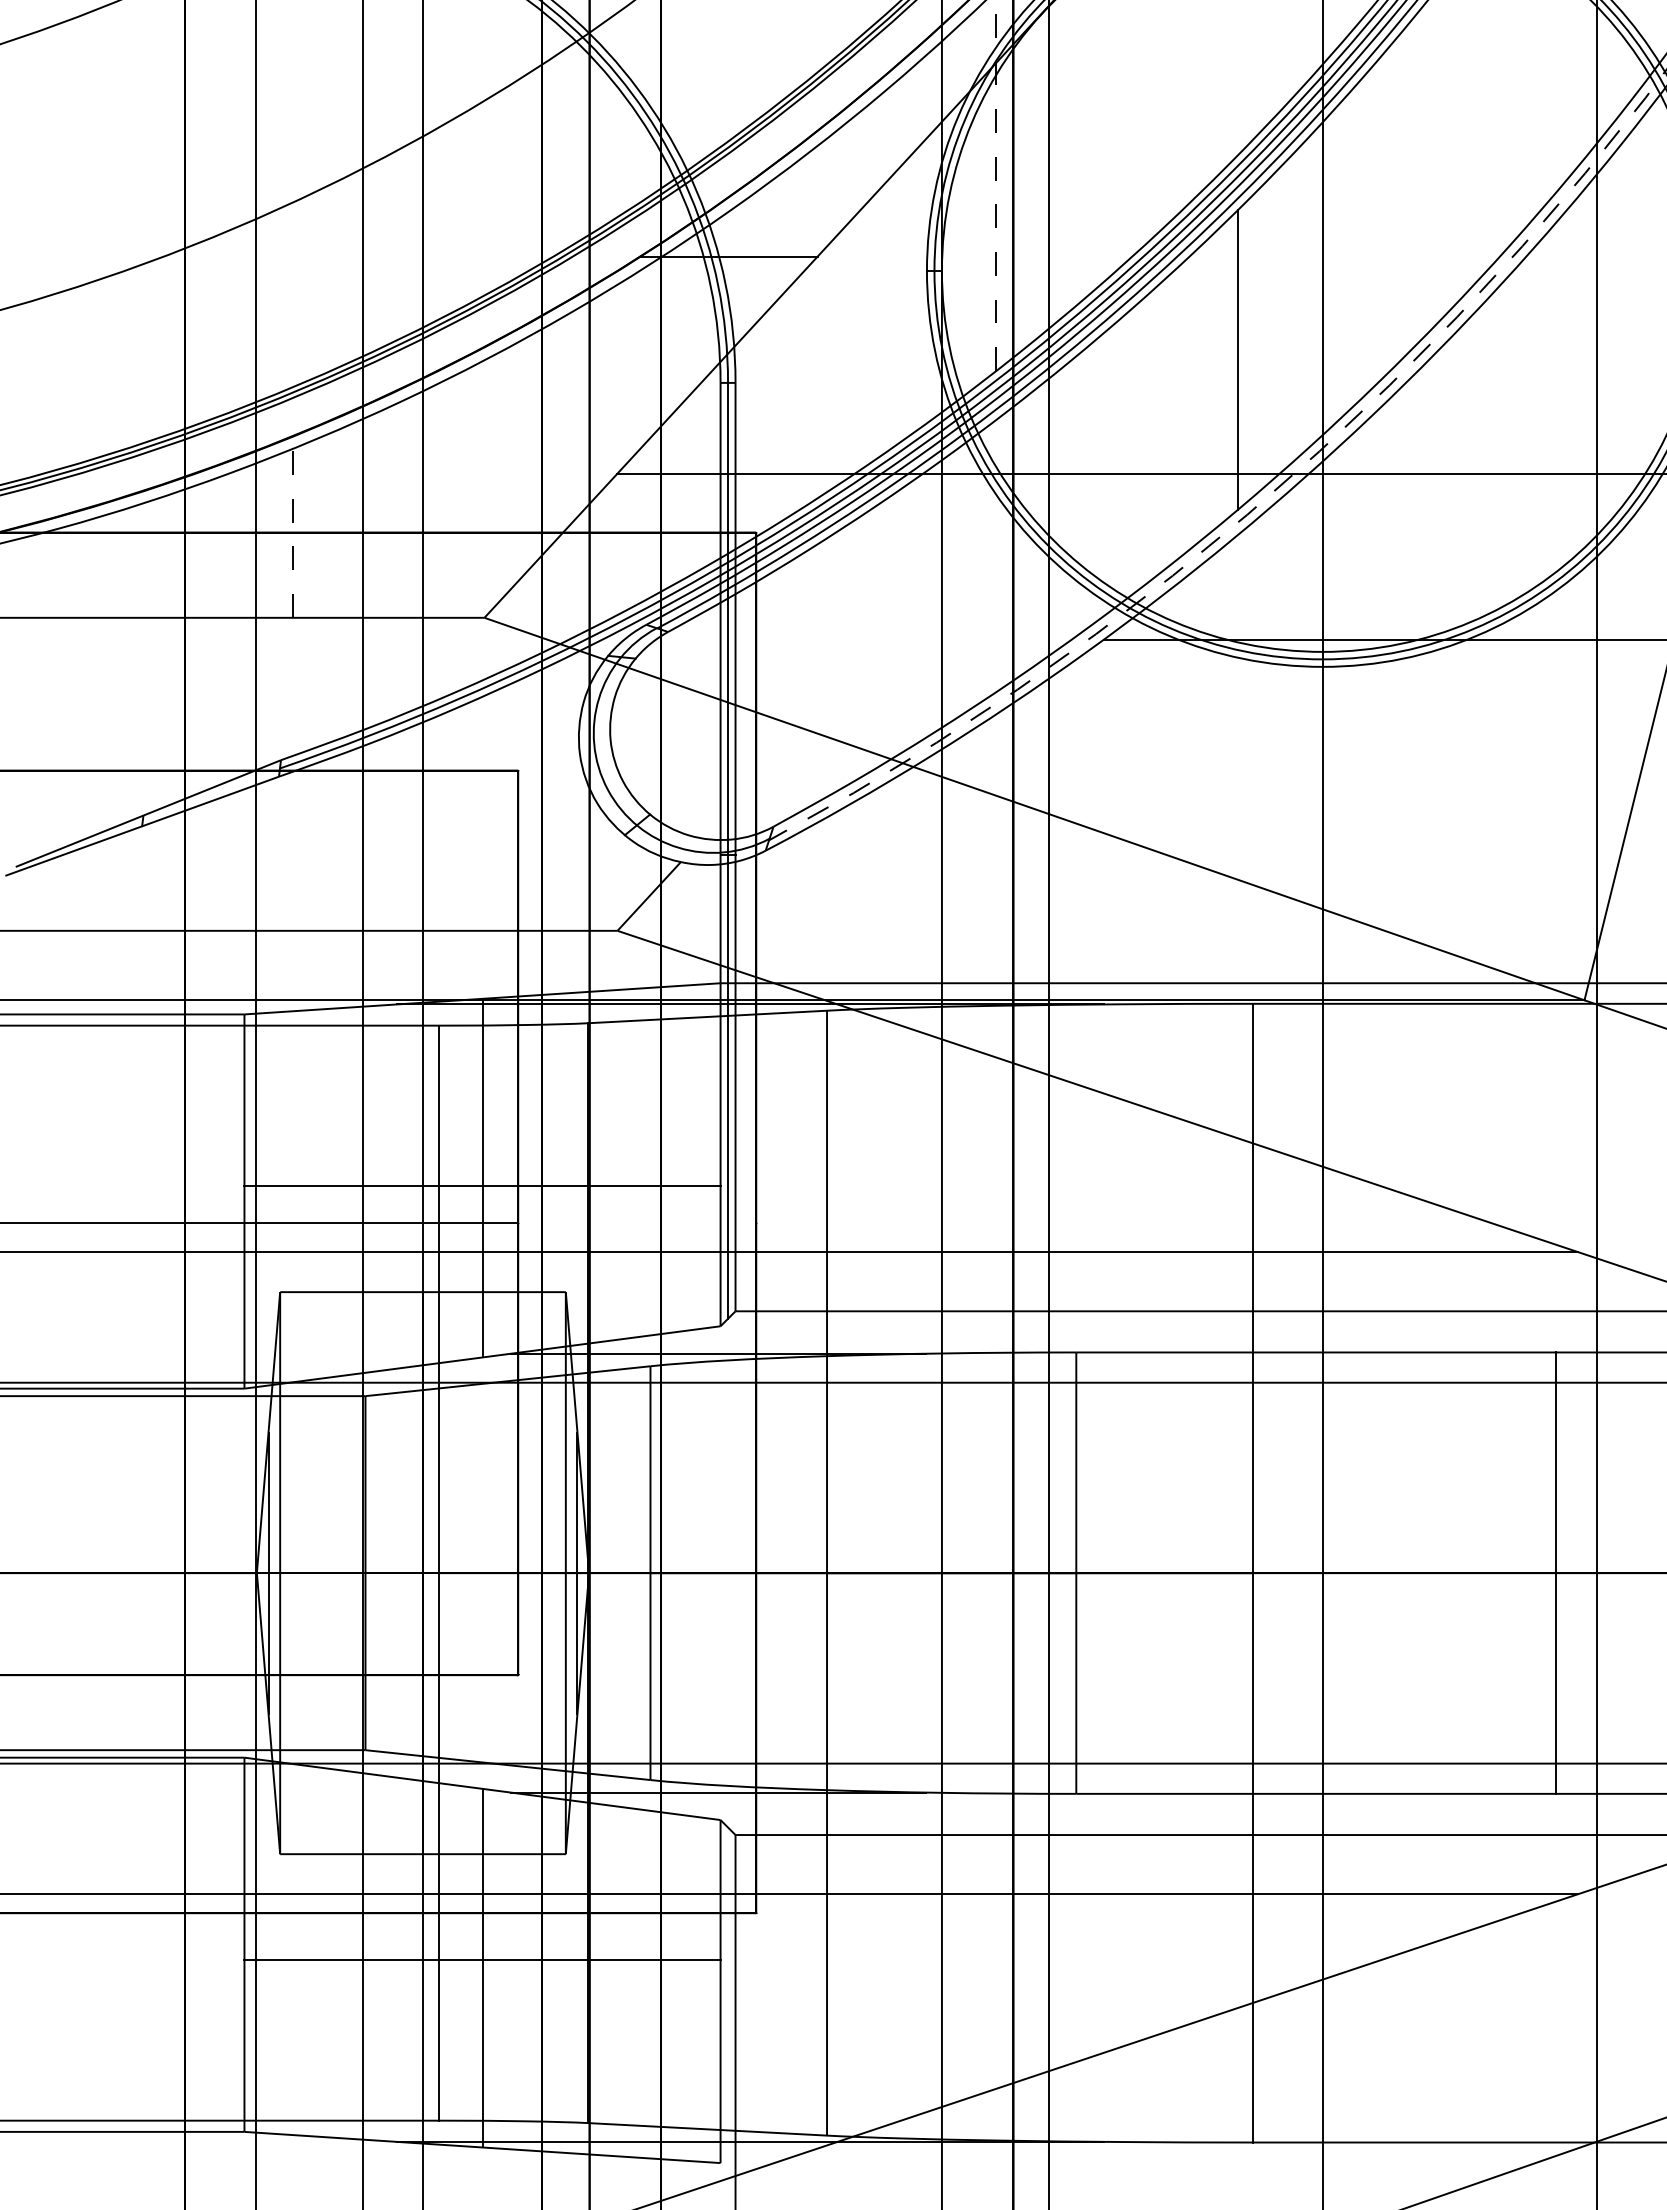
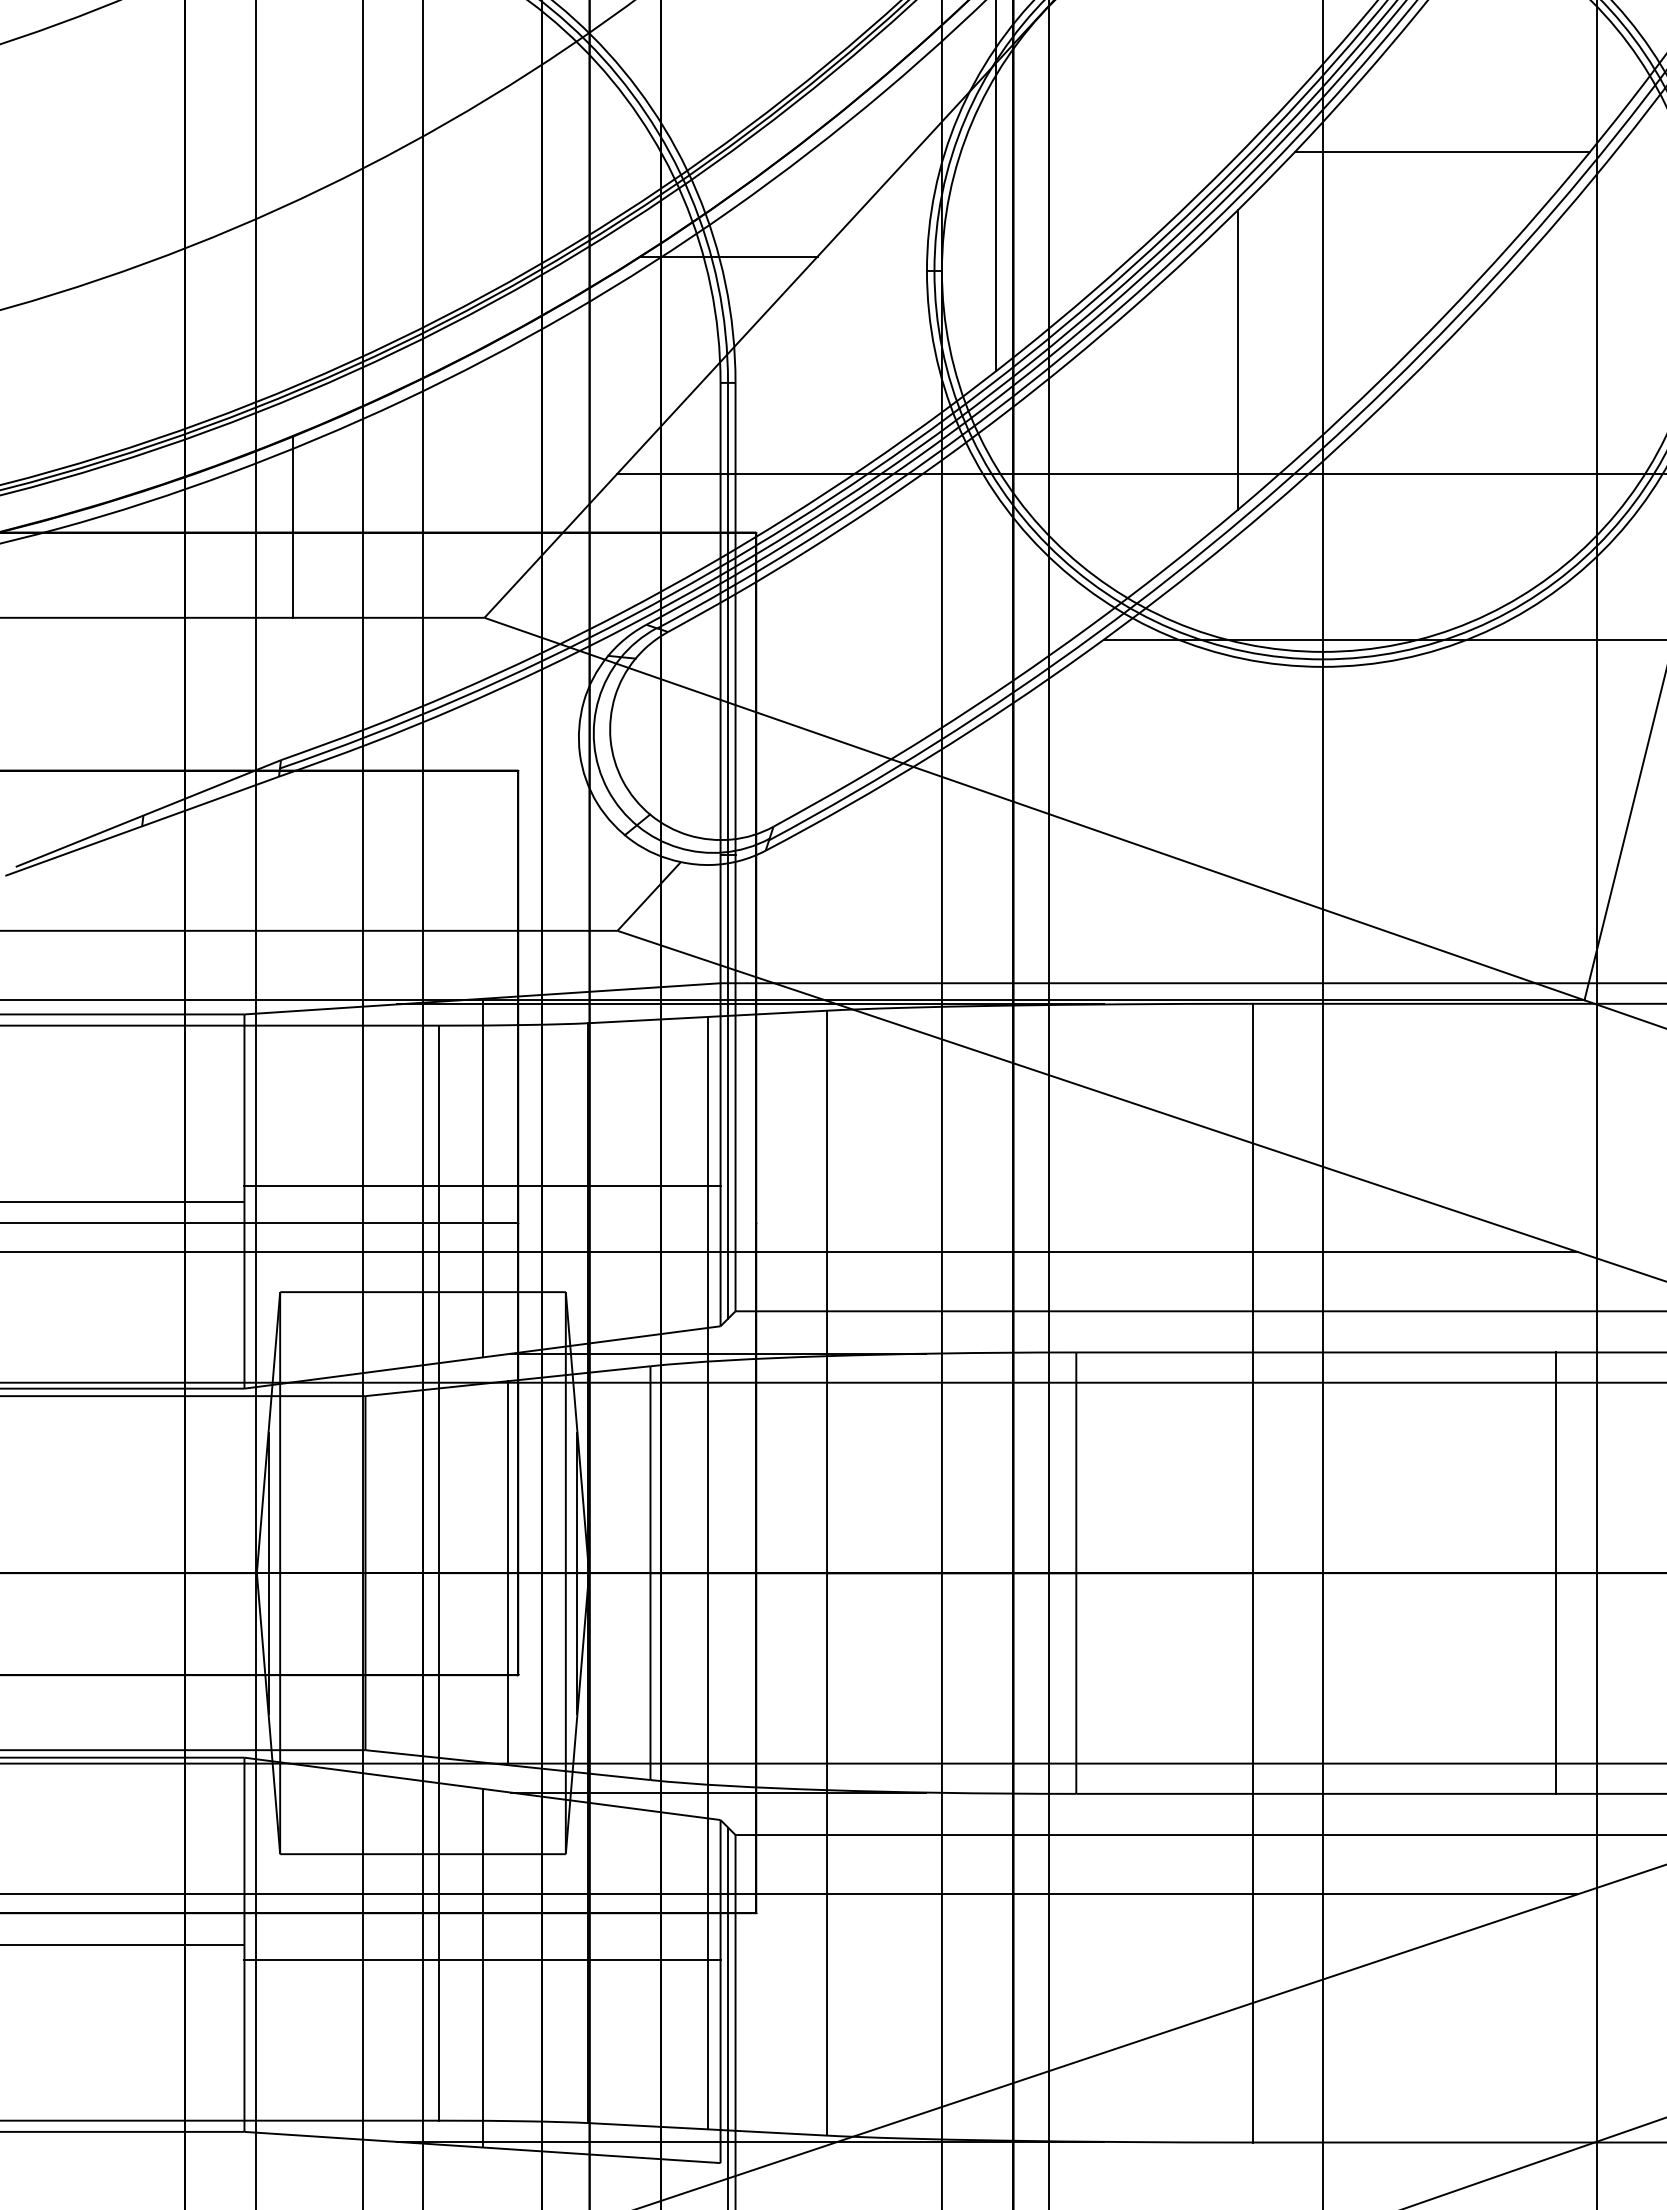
line at (1442, 151): none -> present
line at (996, 185): dashed -> solid
arc at (1260, 503): dashed -> solid
line at (292, 527): dashed -> solid
line at (123, 1201): none -> present
line at (707, 1572): none -> present
line at (507, 1573): none -> present
line at (123, 1944): none -> present
line at (728, 2016): none -> present
